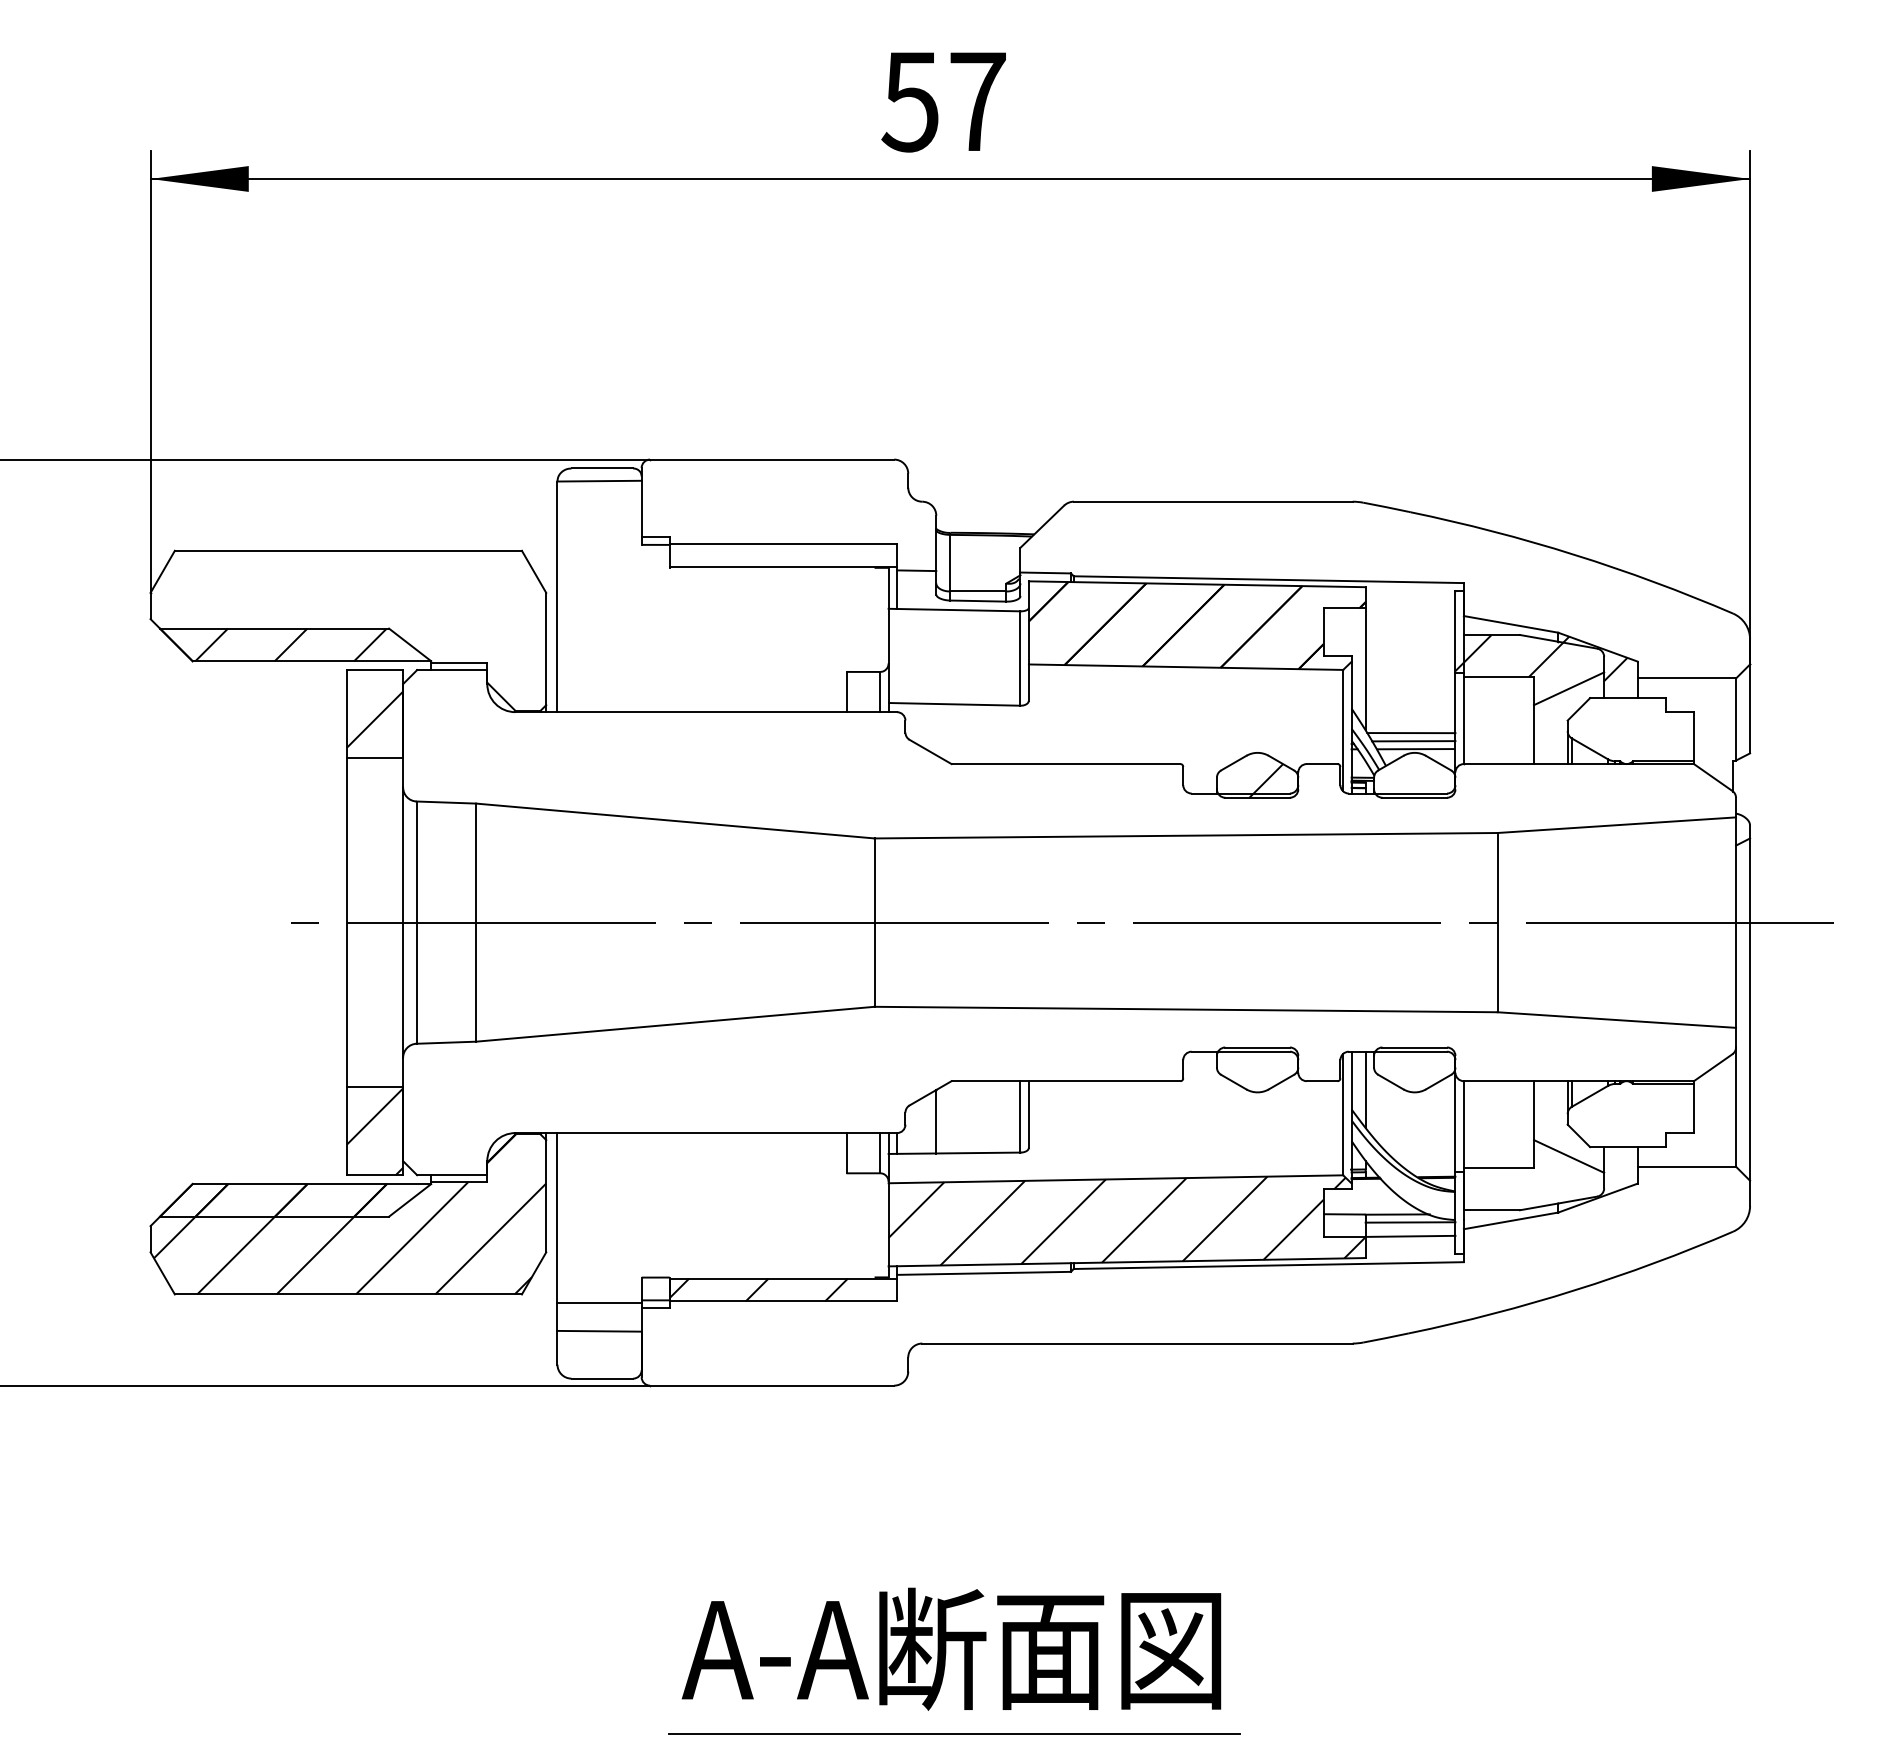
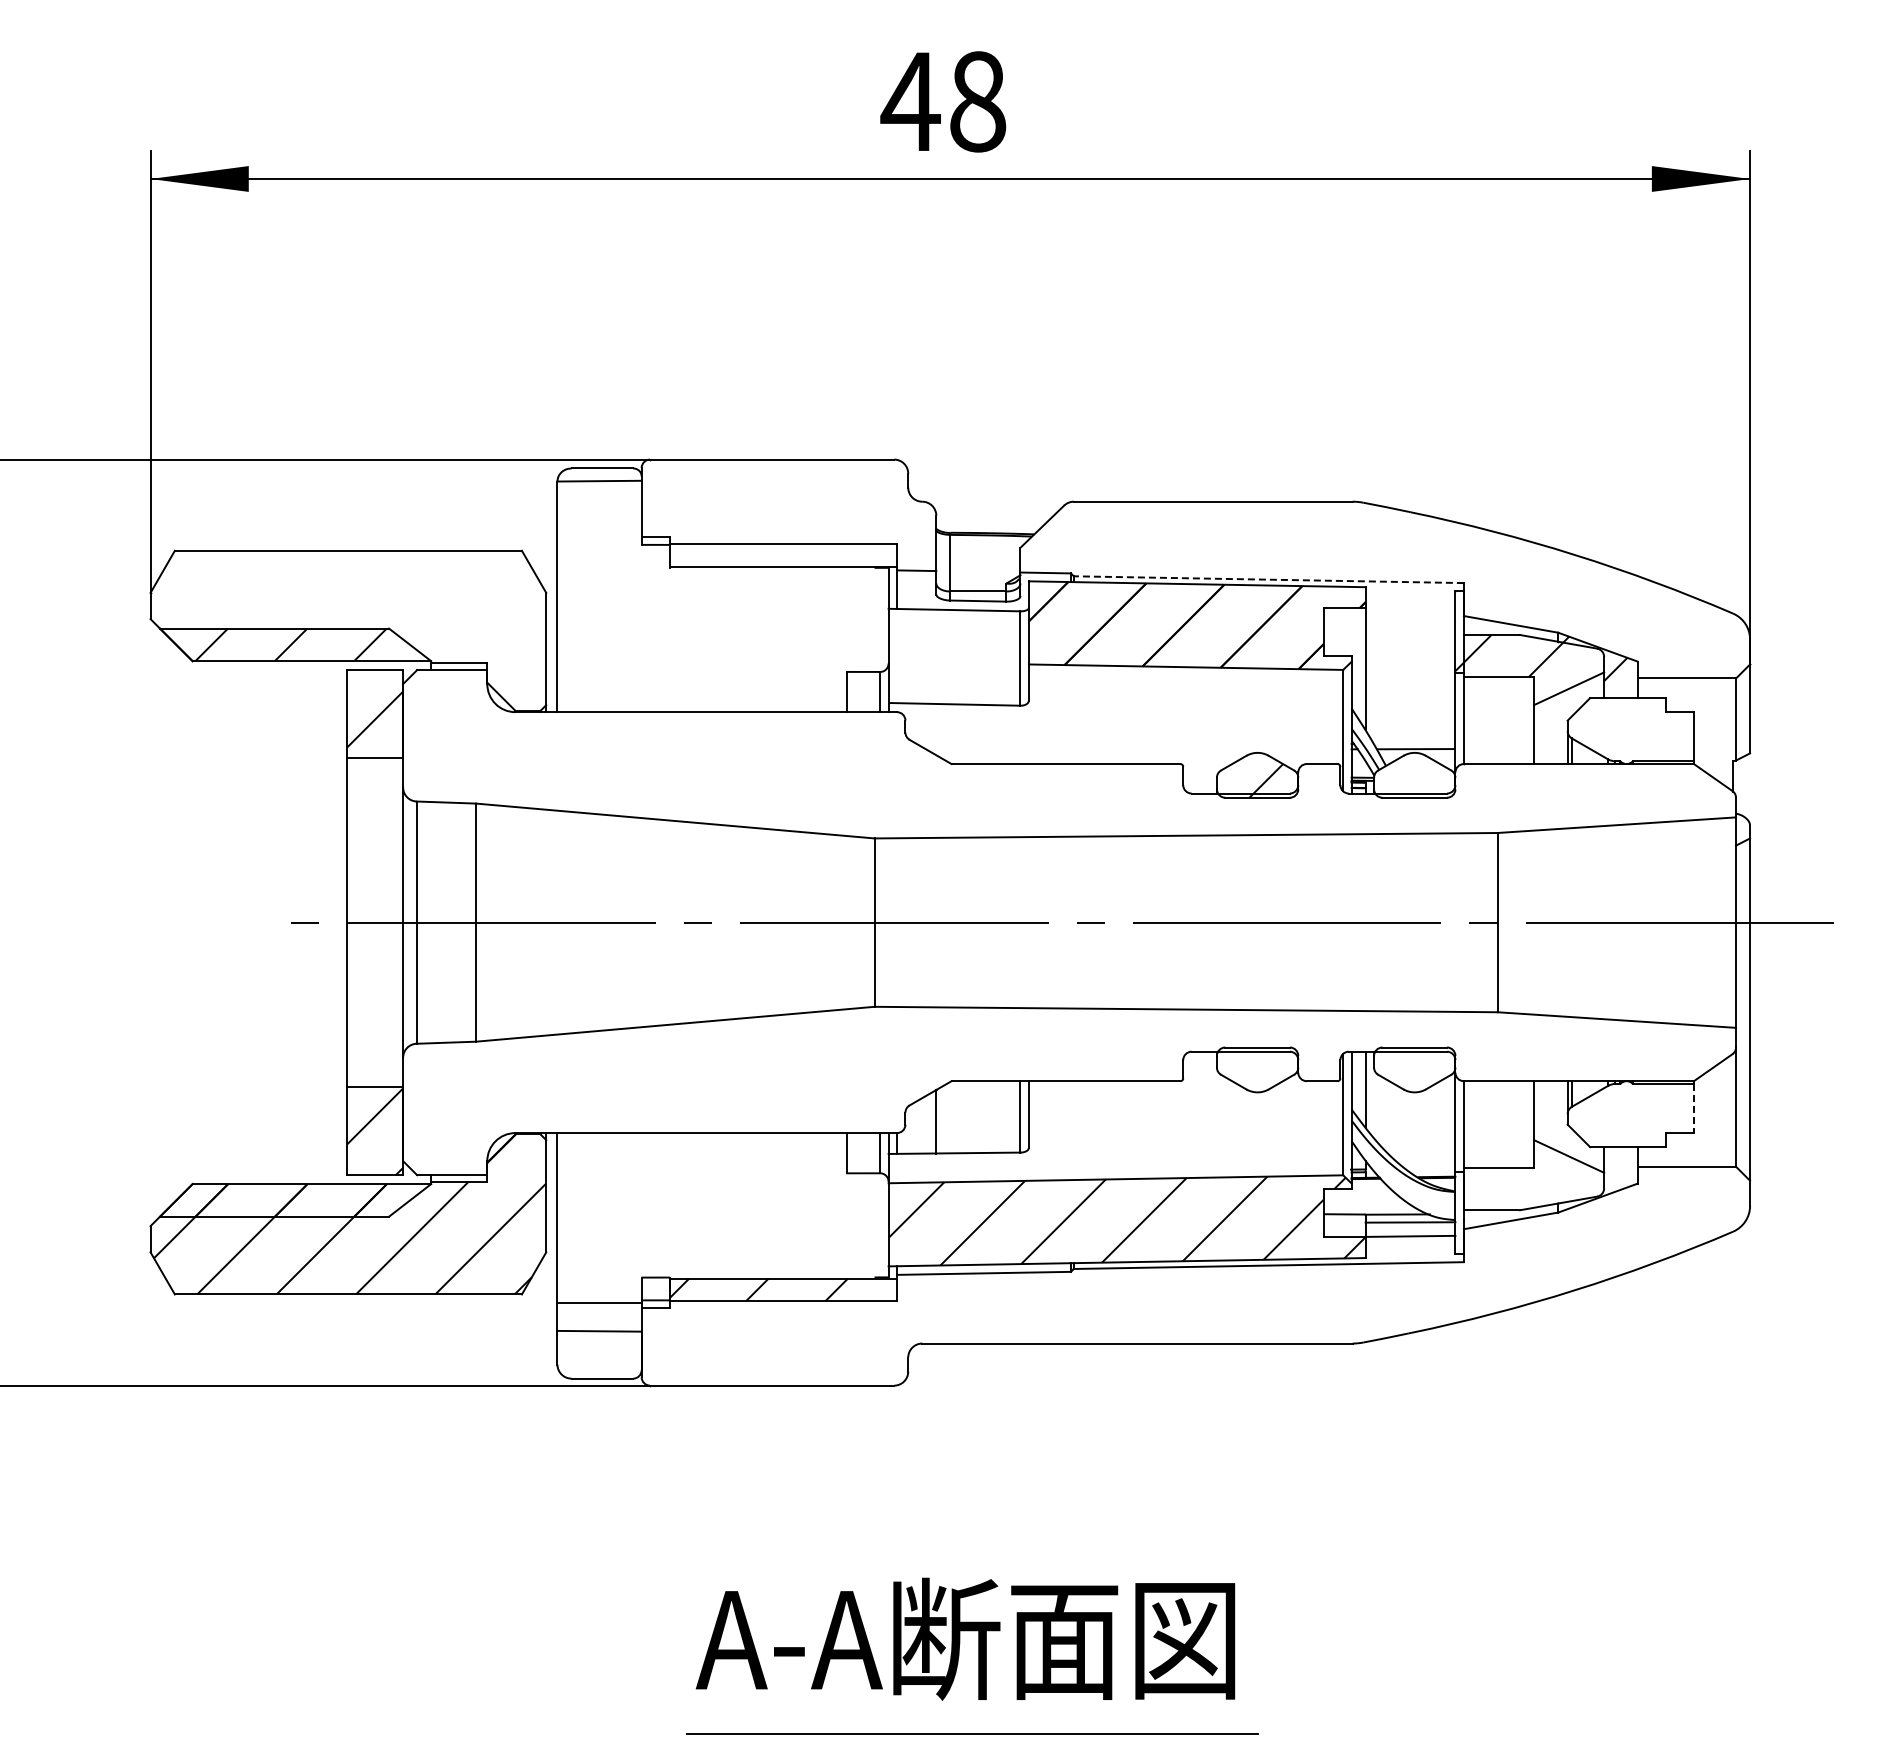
text at (943, 101): 57 -> 48
line at (1268, 579): solid -> dashed
line at (1411, 733): present -> none
line at (1413, 741): present -> none
line at (1693, 1108): solid -> dashed
text at (951, 1648) position: (951, 1648) -> (965, 1638)
line at (954, 1733) position: (954, 1733) -> (972, 1733)
